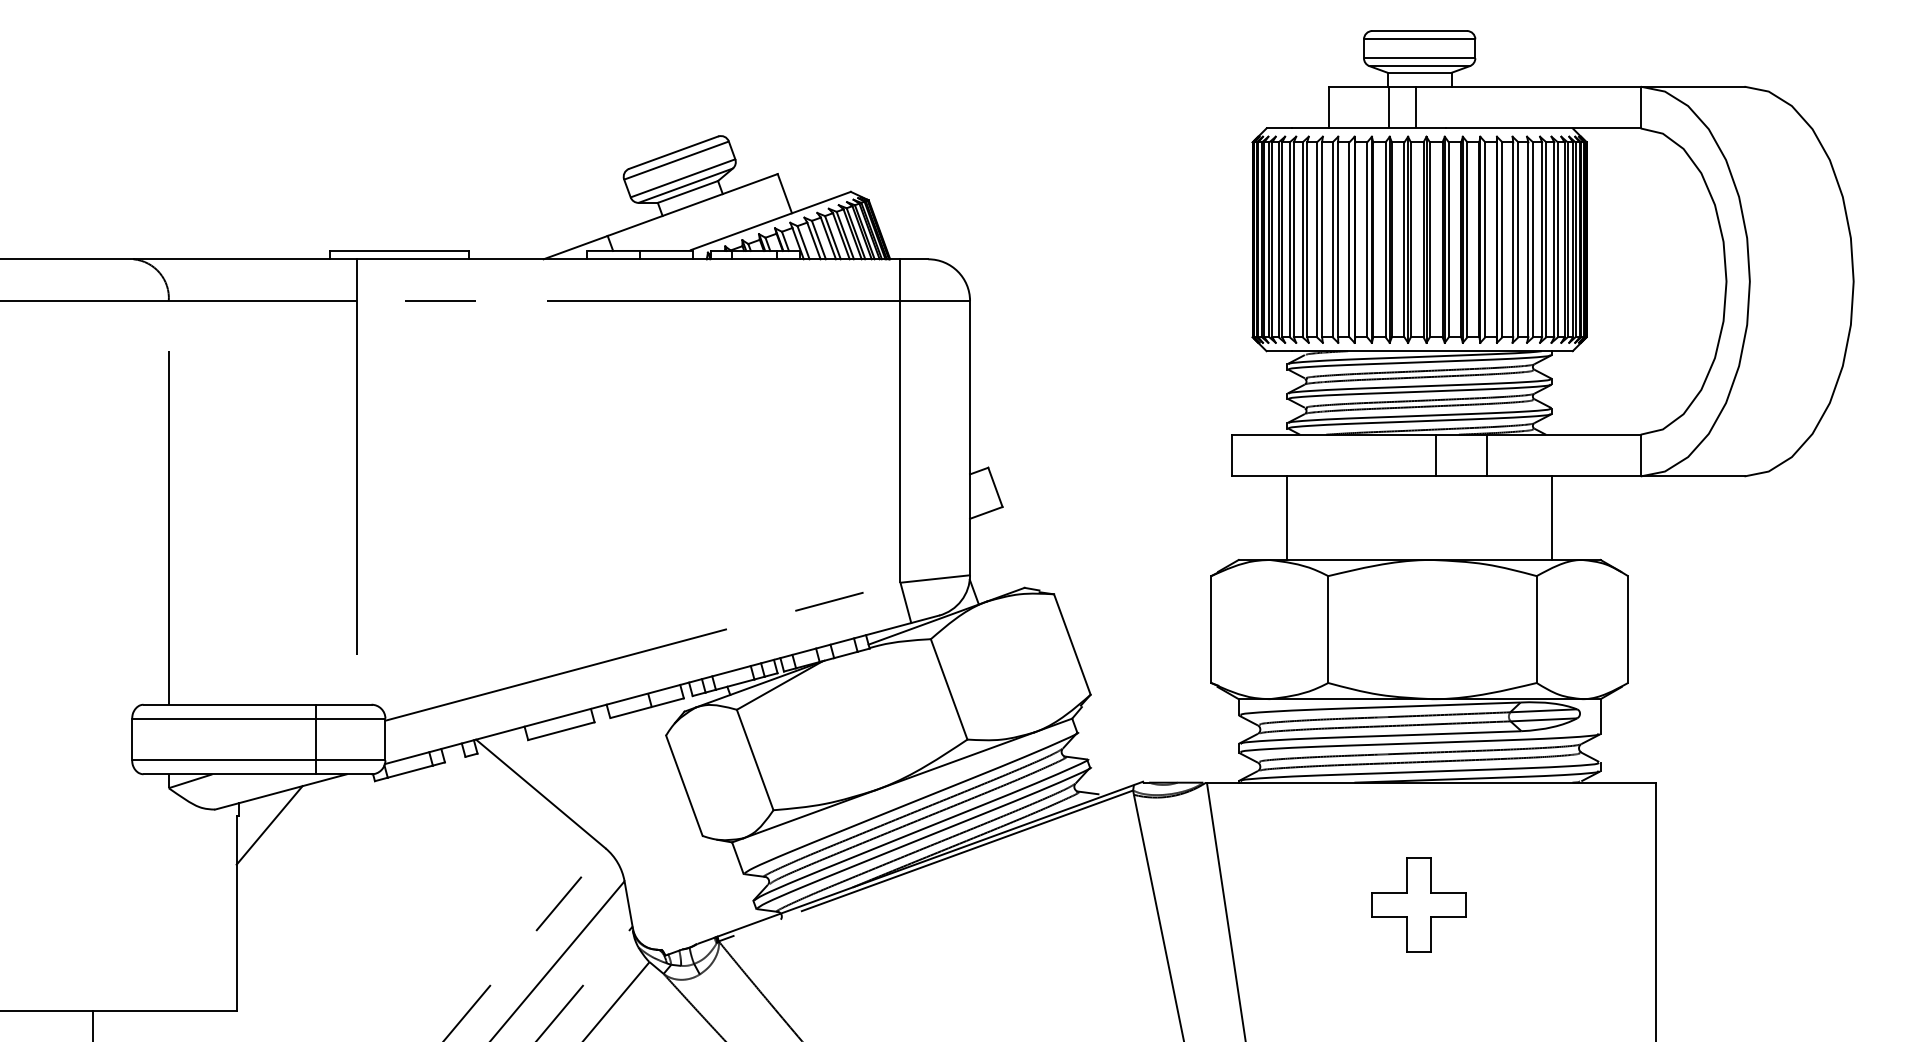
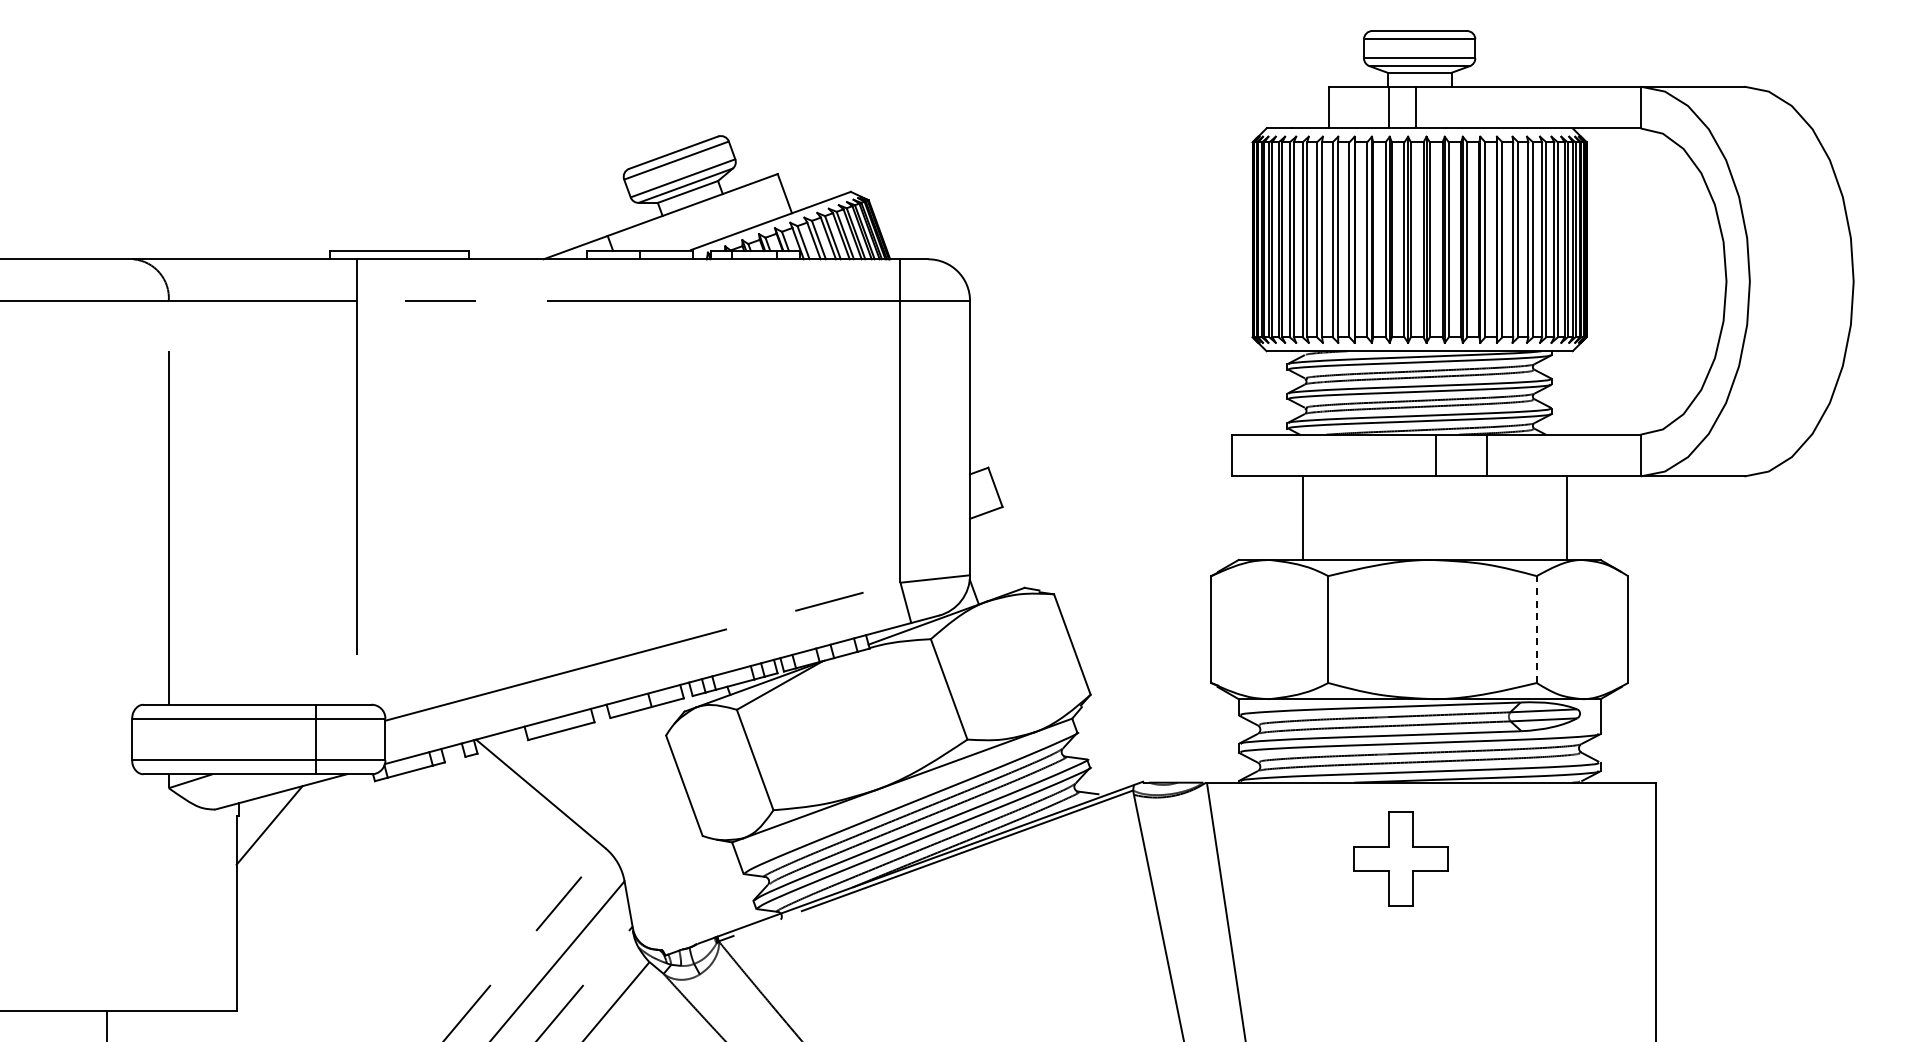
line at (1287, 517) position: (1287, 517) -> (1303, 517)
line at (1551, 517) position: (1551, 517) -> (1566, 517)
line at (1536, 629): solid -> dashed
part at (1418, 904) position: (1418, 904) -> (1400, 858)
line at (93, 1024) position: (93, 1024) -> (107, 1024)
